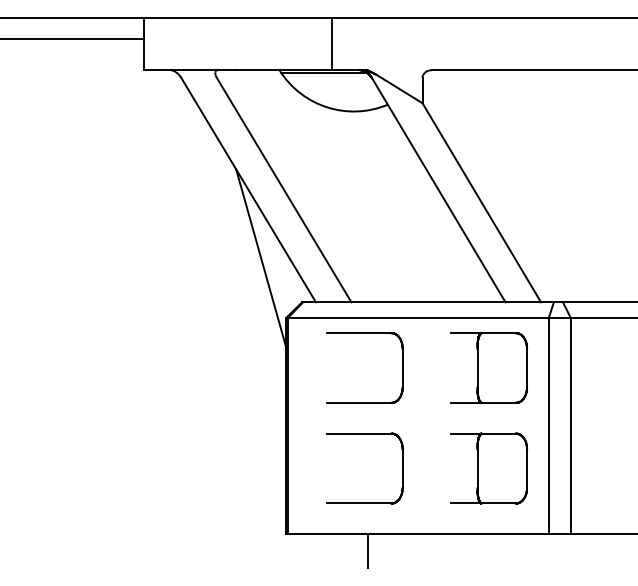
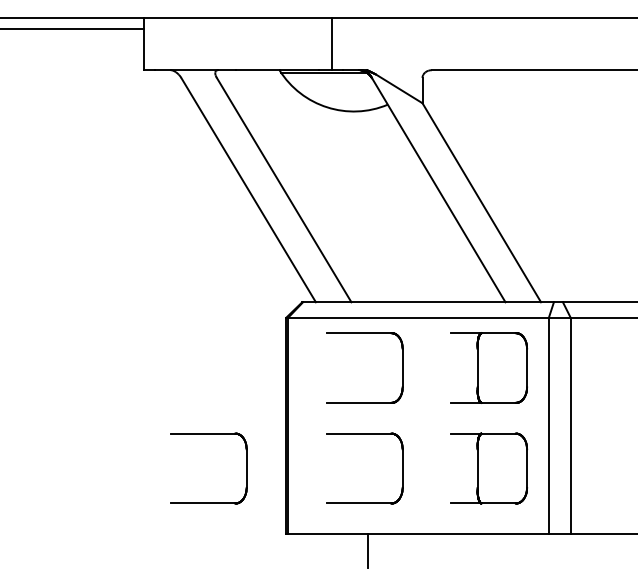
line at (73, 39) position: (73, 39) -> (73, 29)
line at (261, 258): present -> none
part at (208, 434): none -> present
